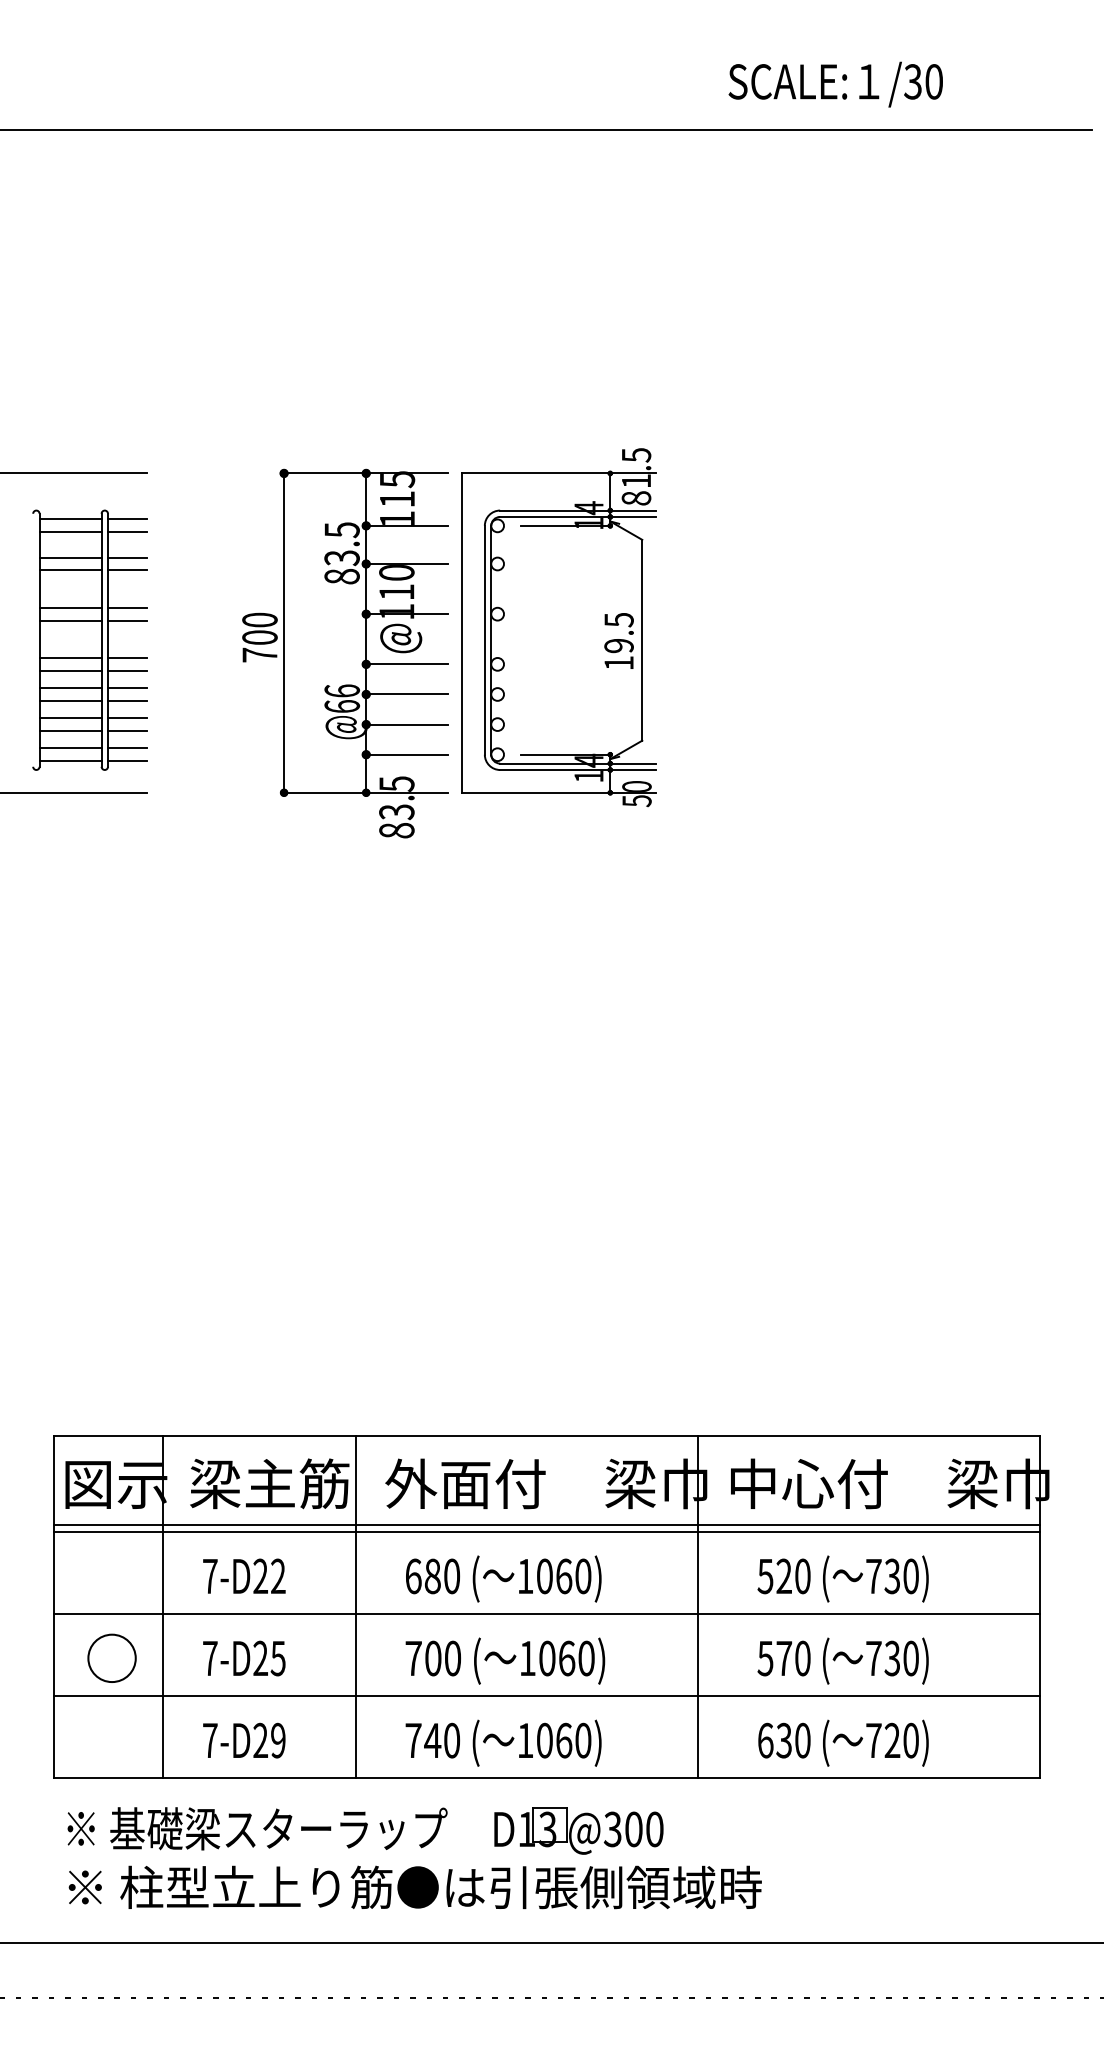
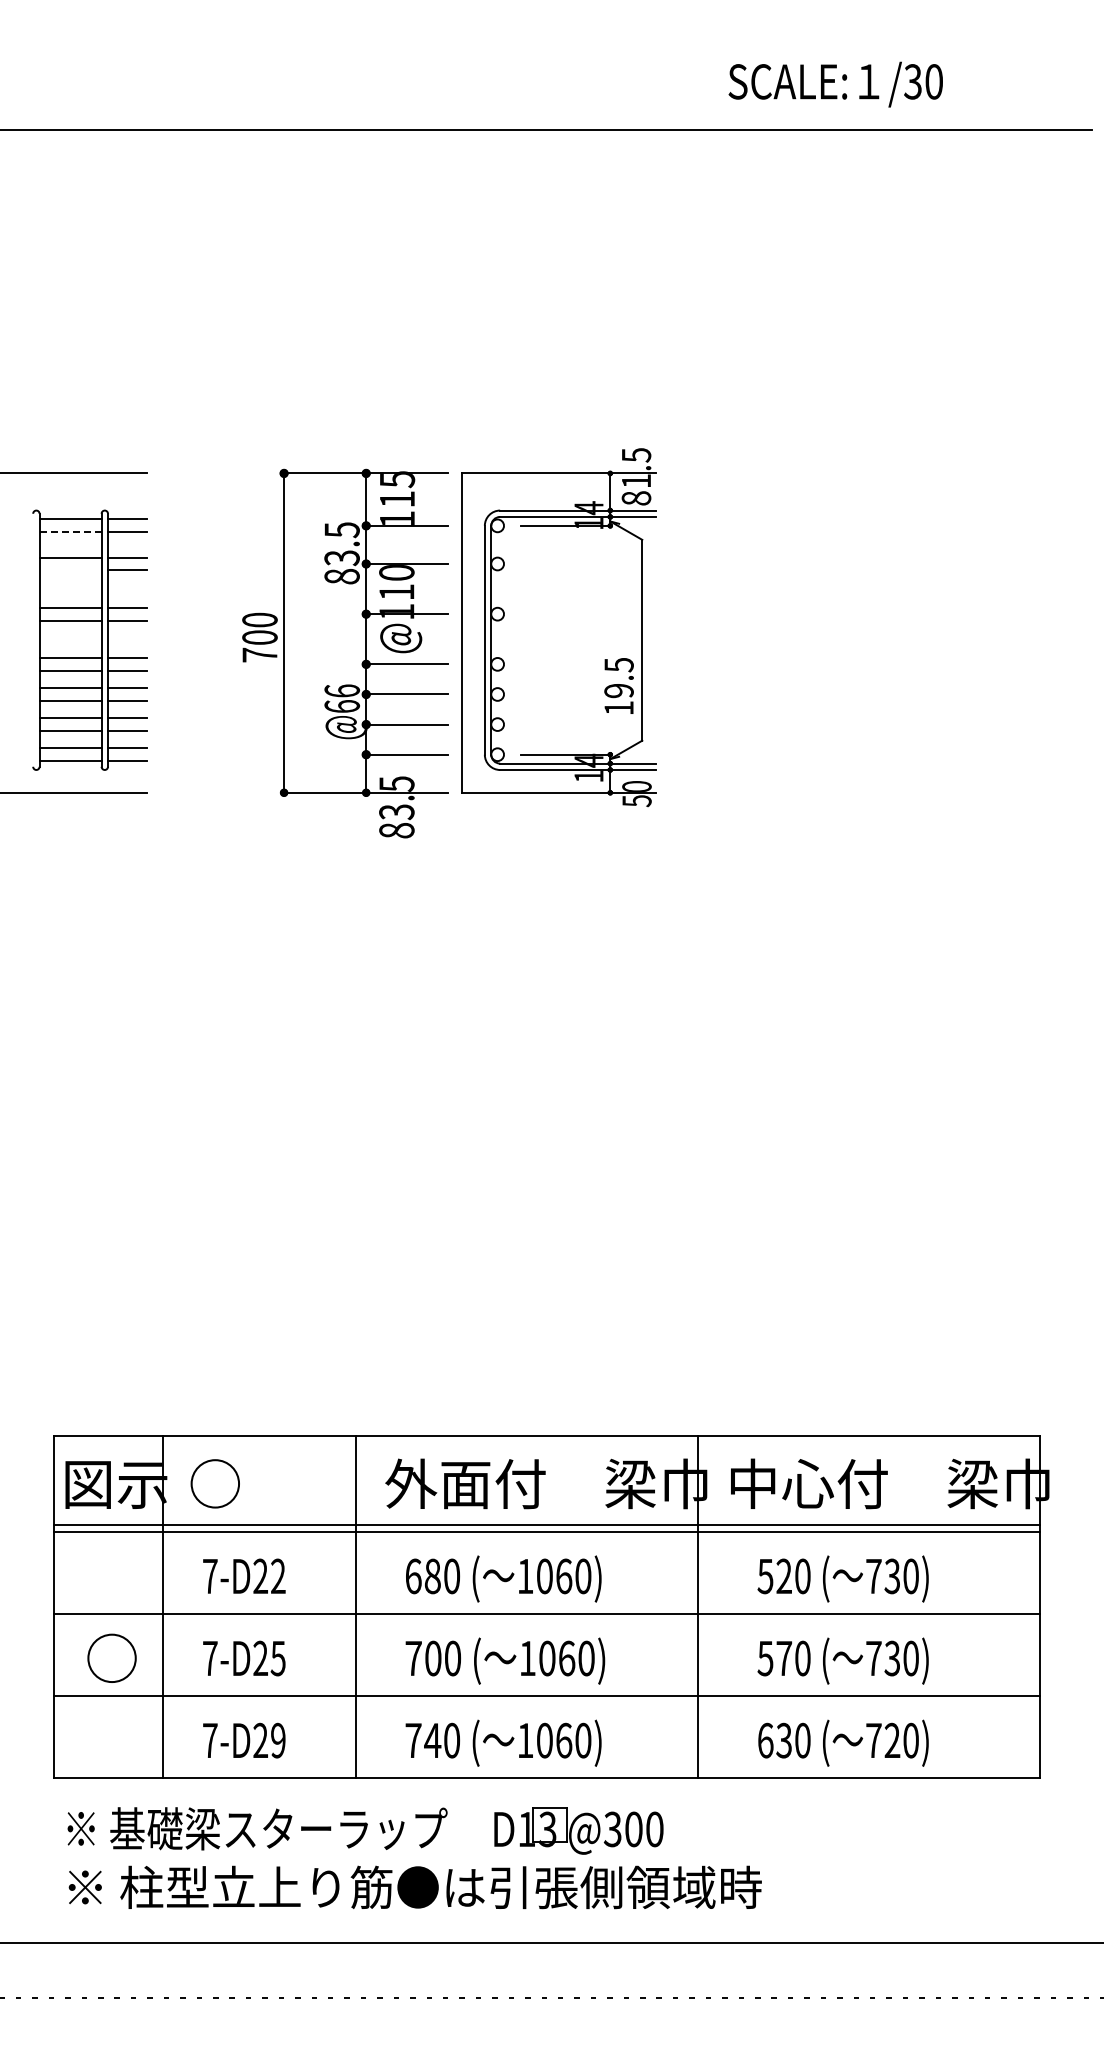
line at (71, 532): solid -> dashed
line at (70, 570): present -> none
text at (618, 640) position: (618, 640) -> (618, 685)
text at (269, 1483): 梁主筋 -> ○
